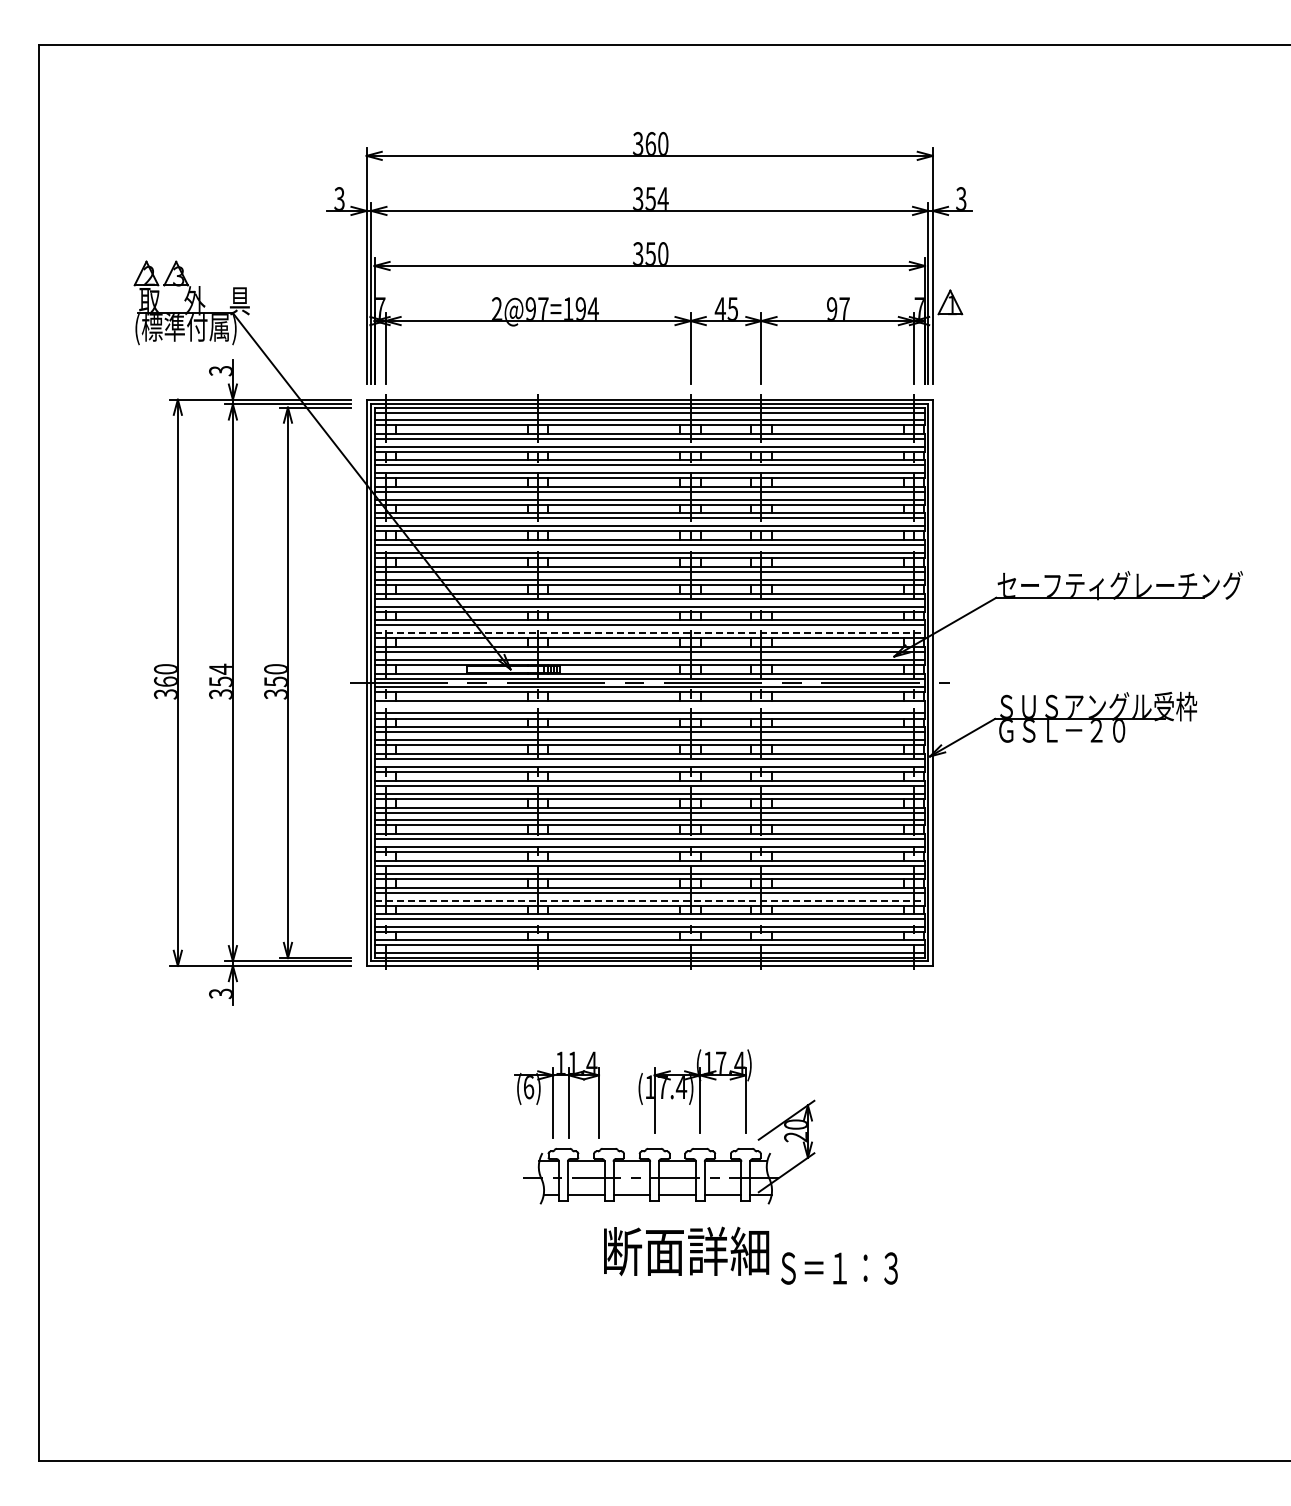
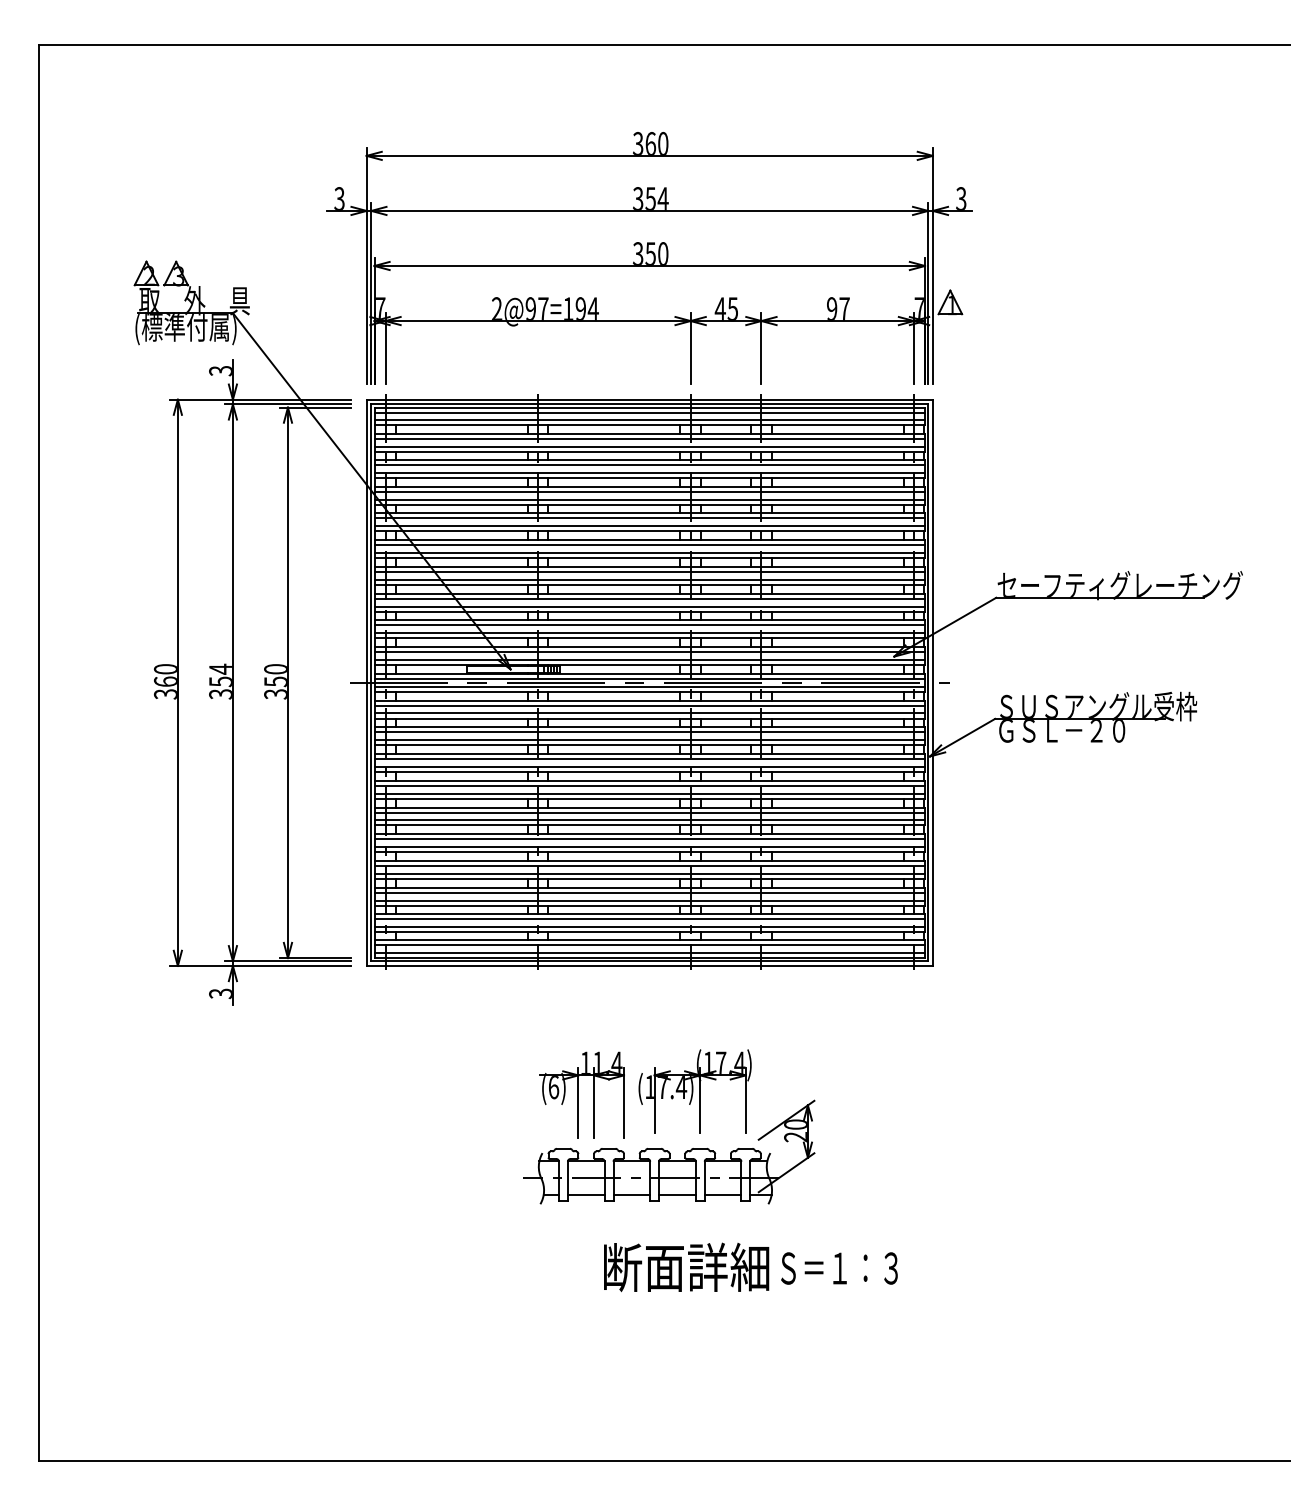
line at (650, 633): dashed -> solid
line at (649, 705): none -> present
line at (650, 900): dashed -> solid
part at (556, 1094) position: (556, 1094) -> (581, 1094)
text at (686, 1251) position: (686, 1251) -> (686, 1267)
